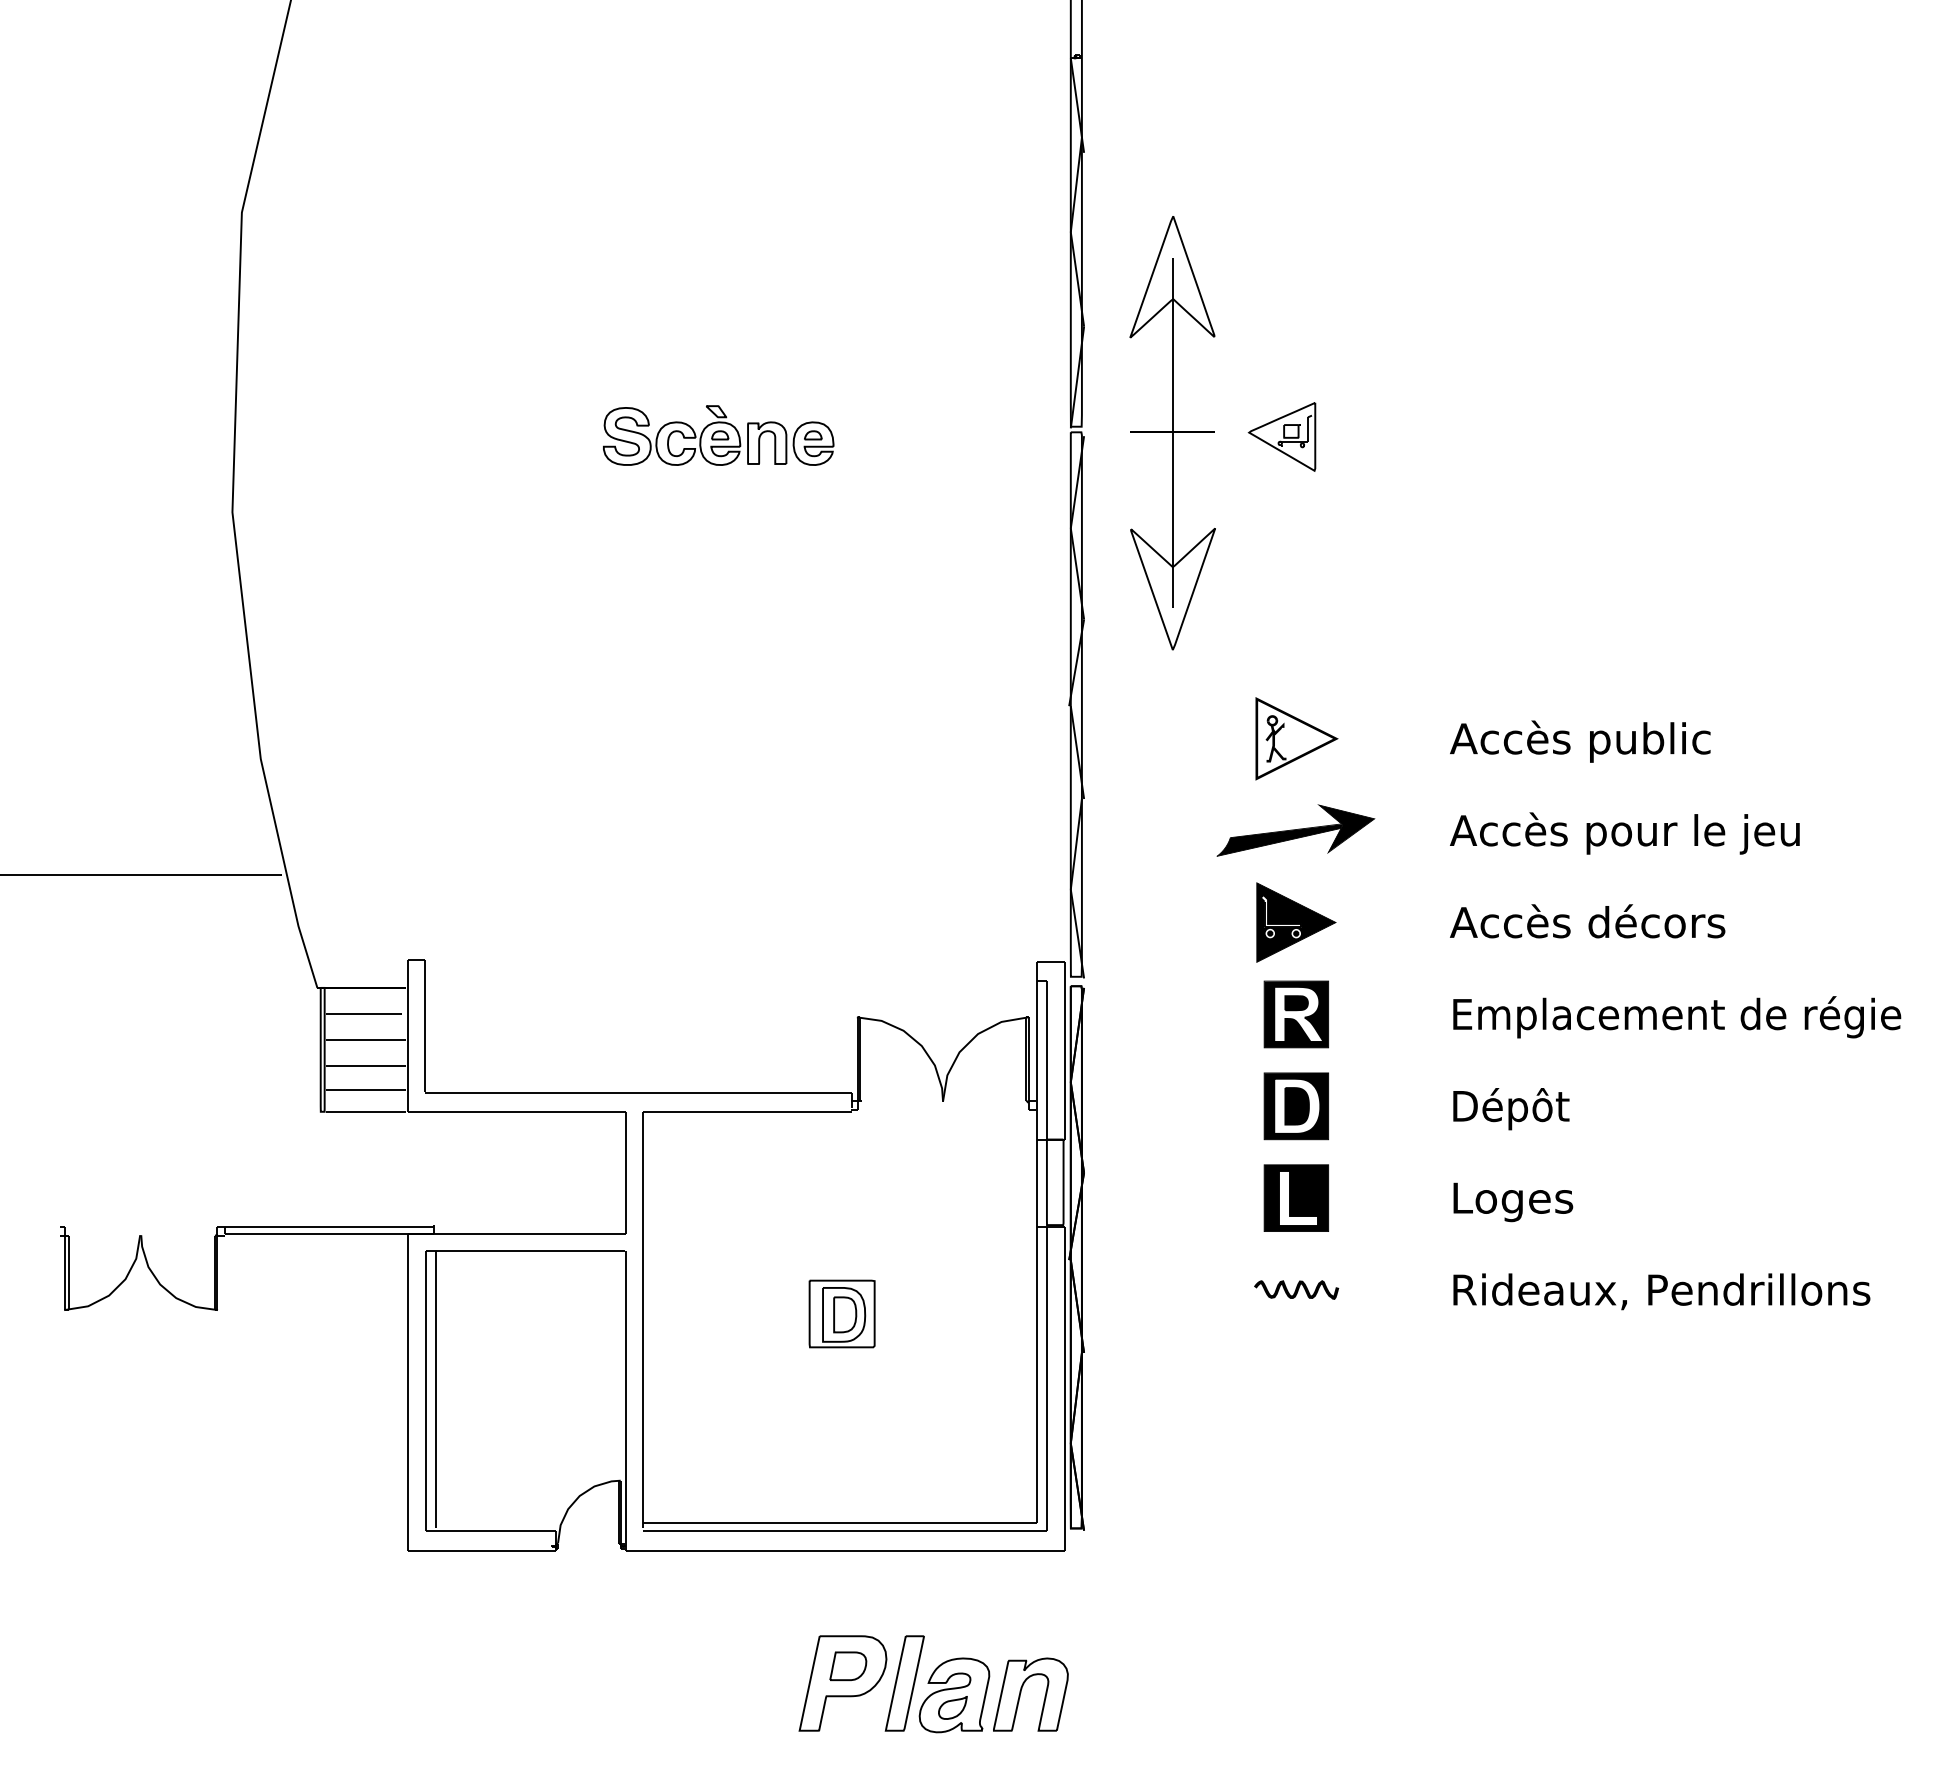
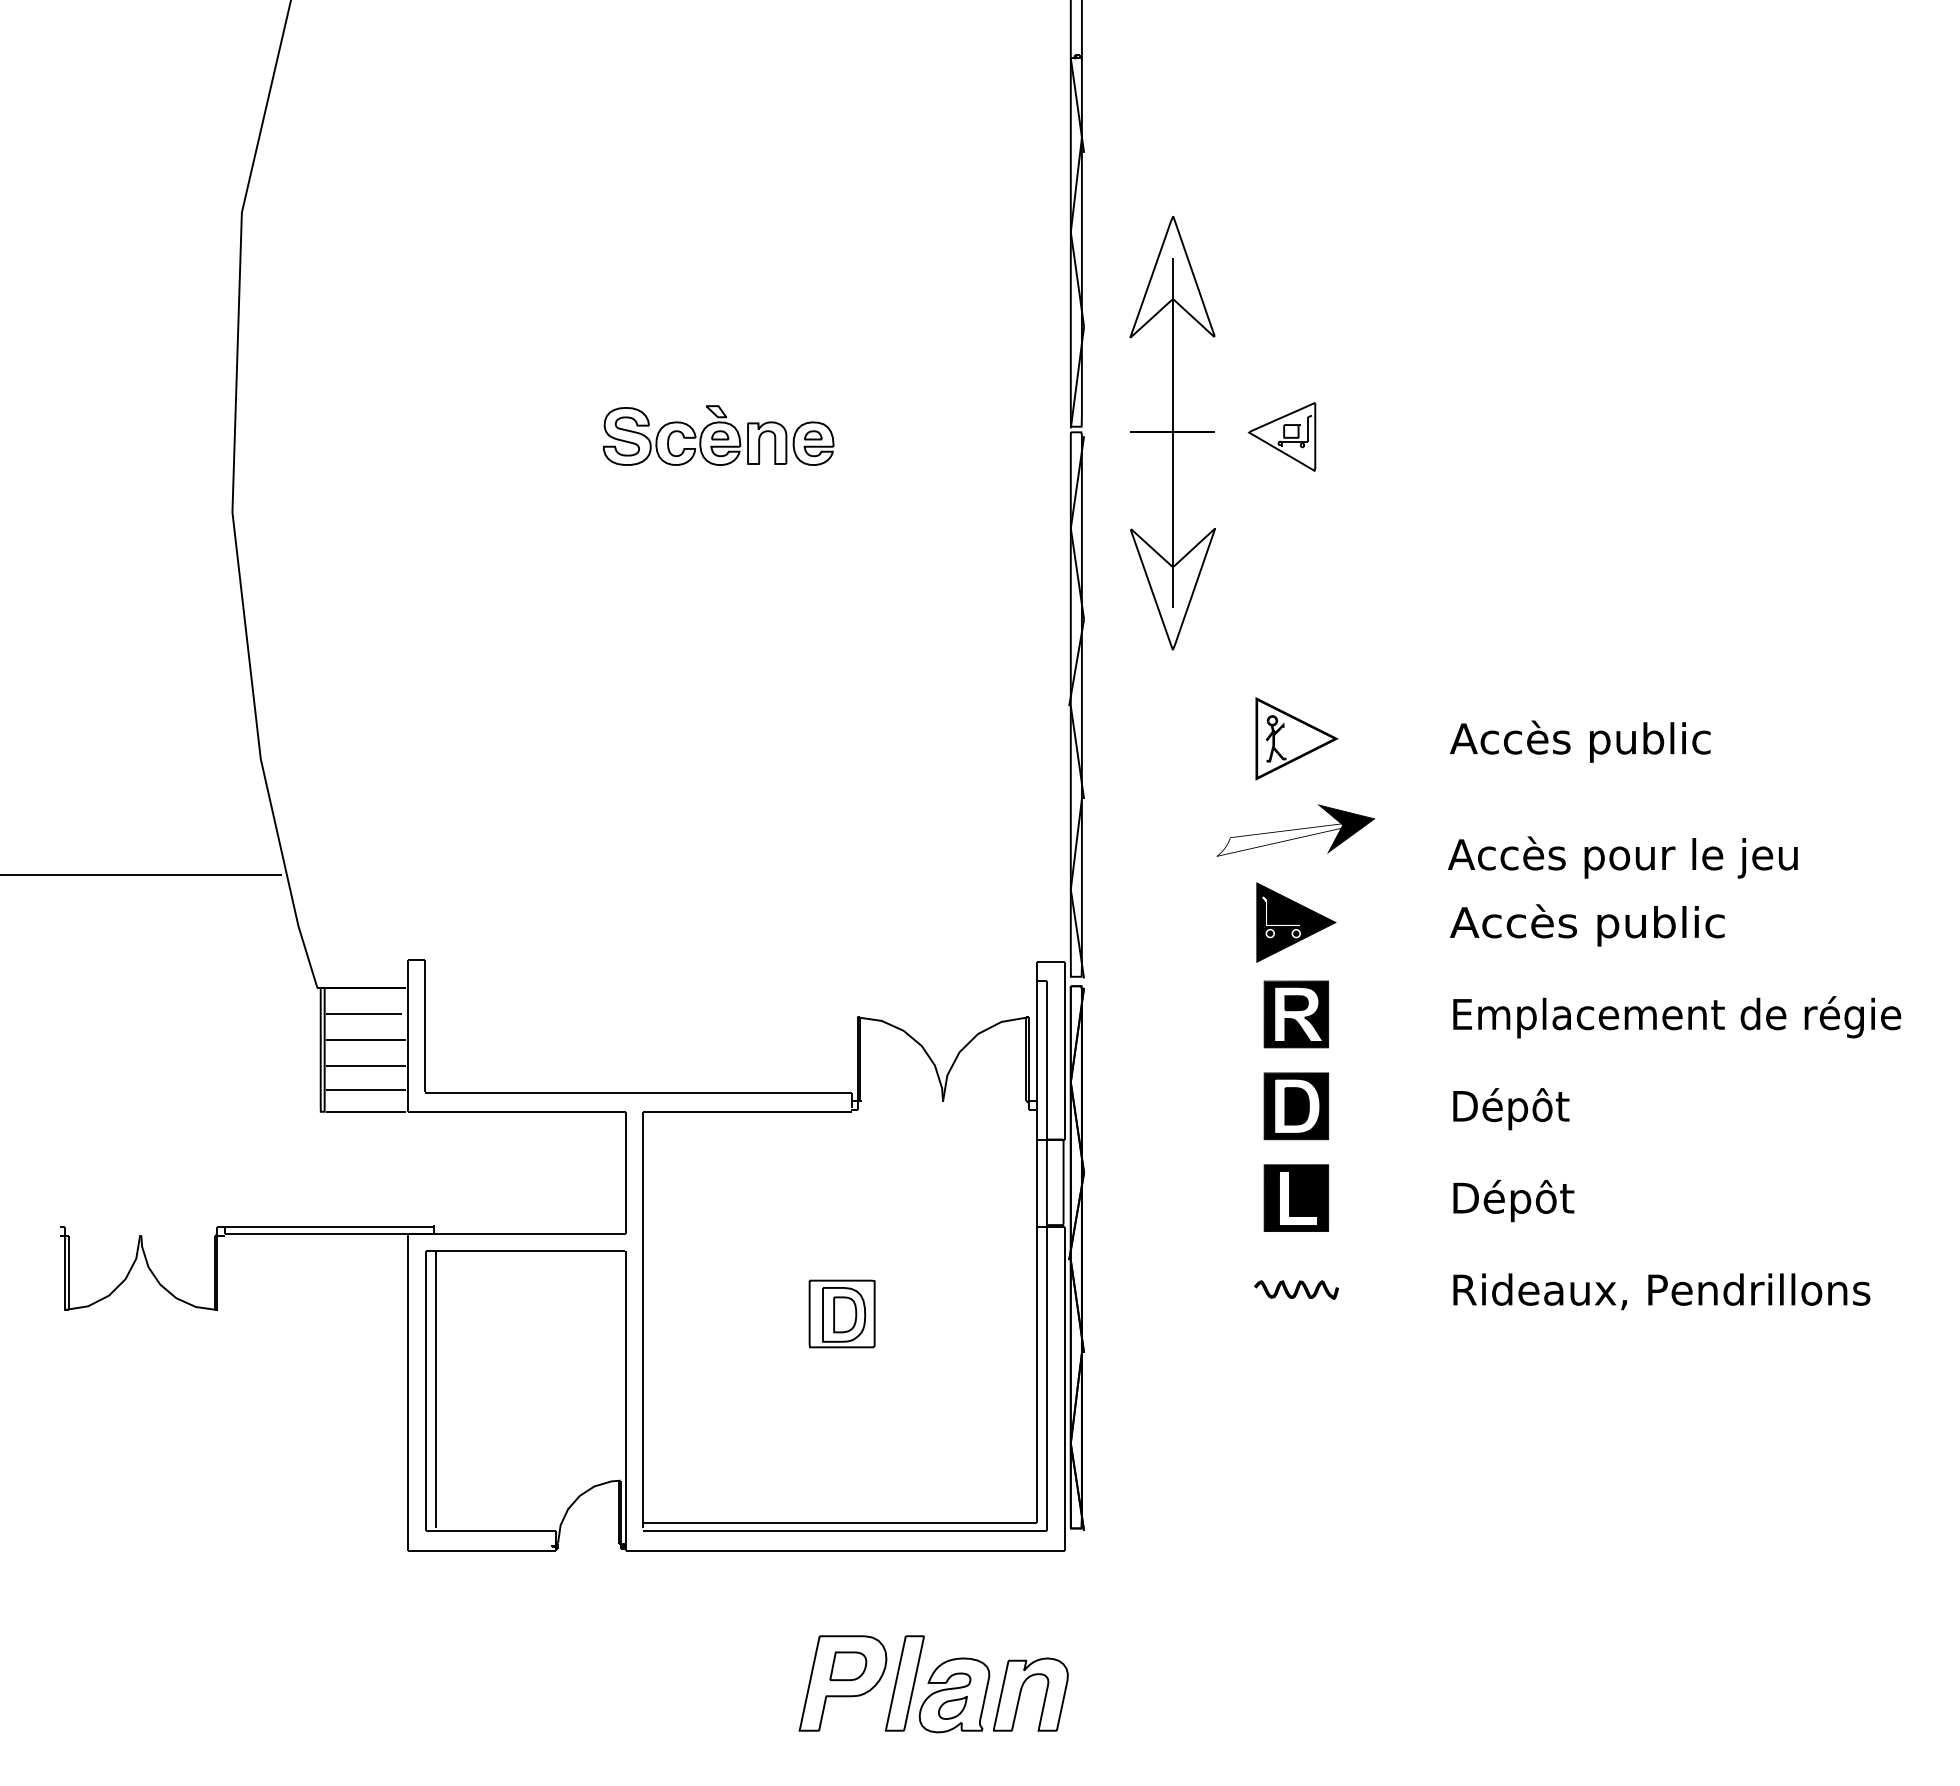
text at (1624, 833) position: (1624, 833) -> (1622, 857)
fill at (1279, 840): present -> none
text at (1588, 925): Accès décors -> Accès public
text at (1513, 1200): Loges -> Dépôt
